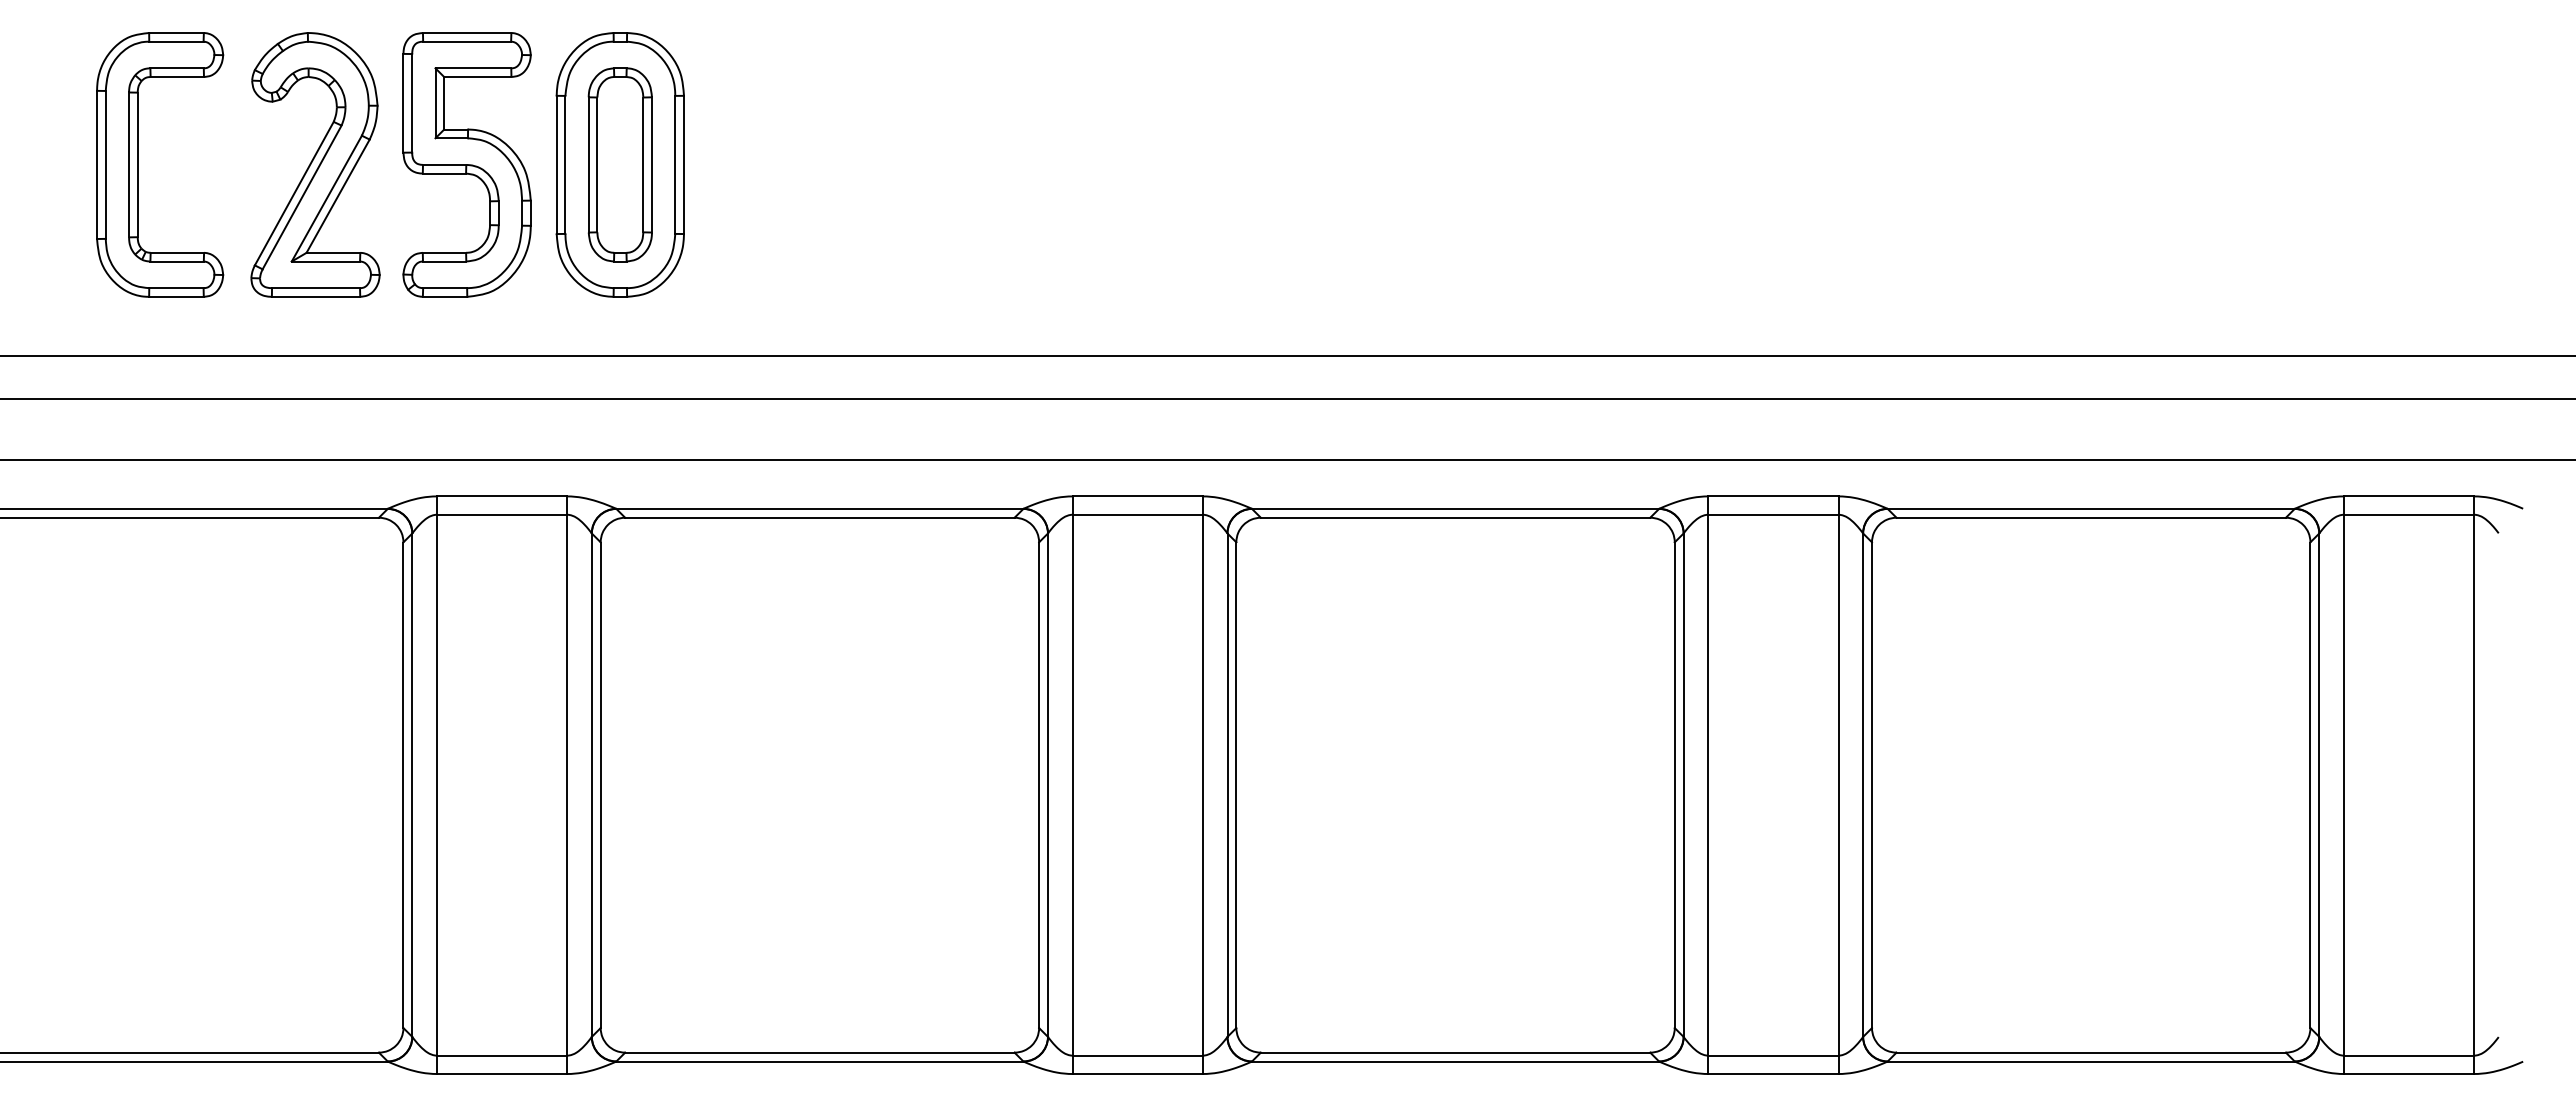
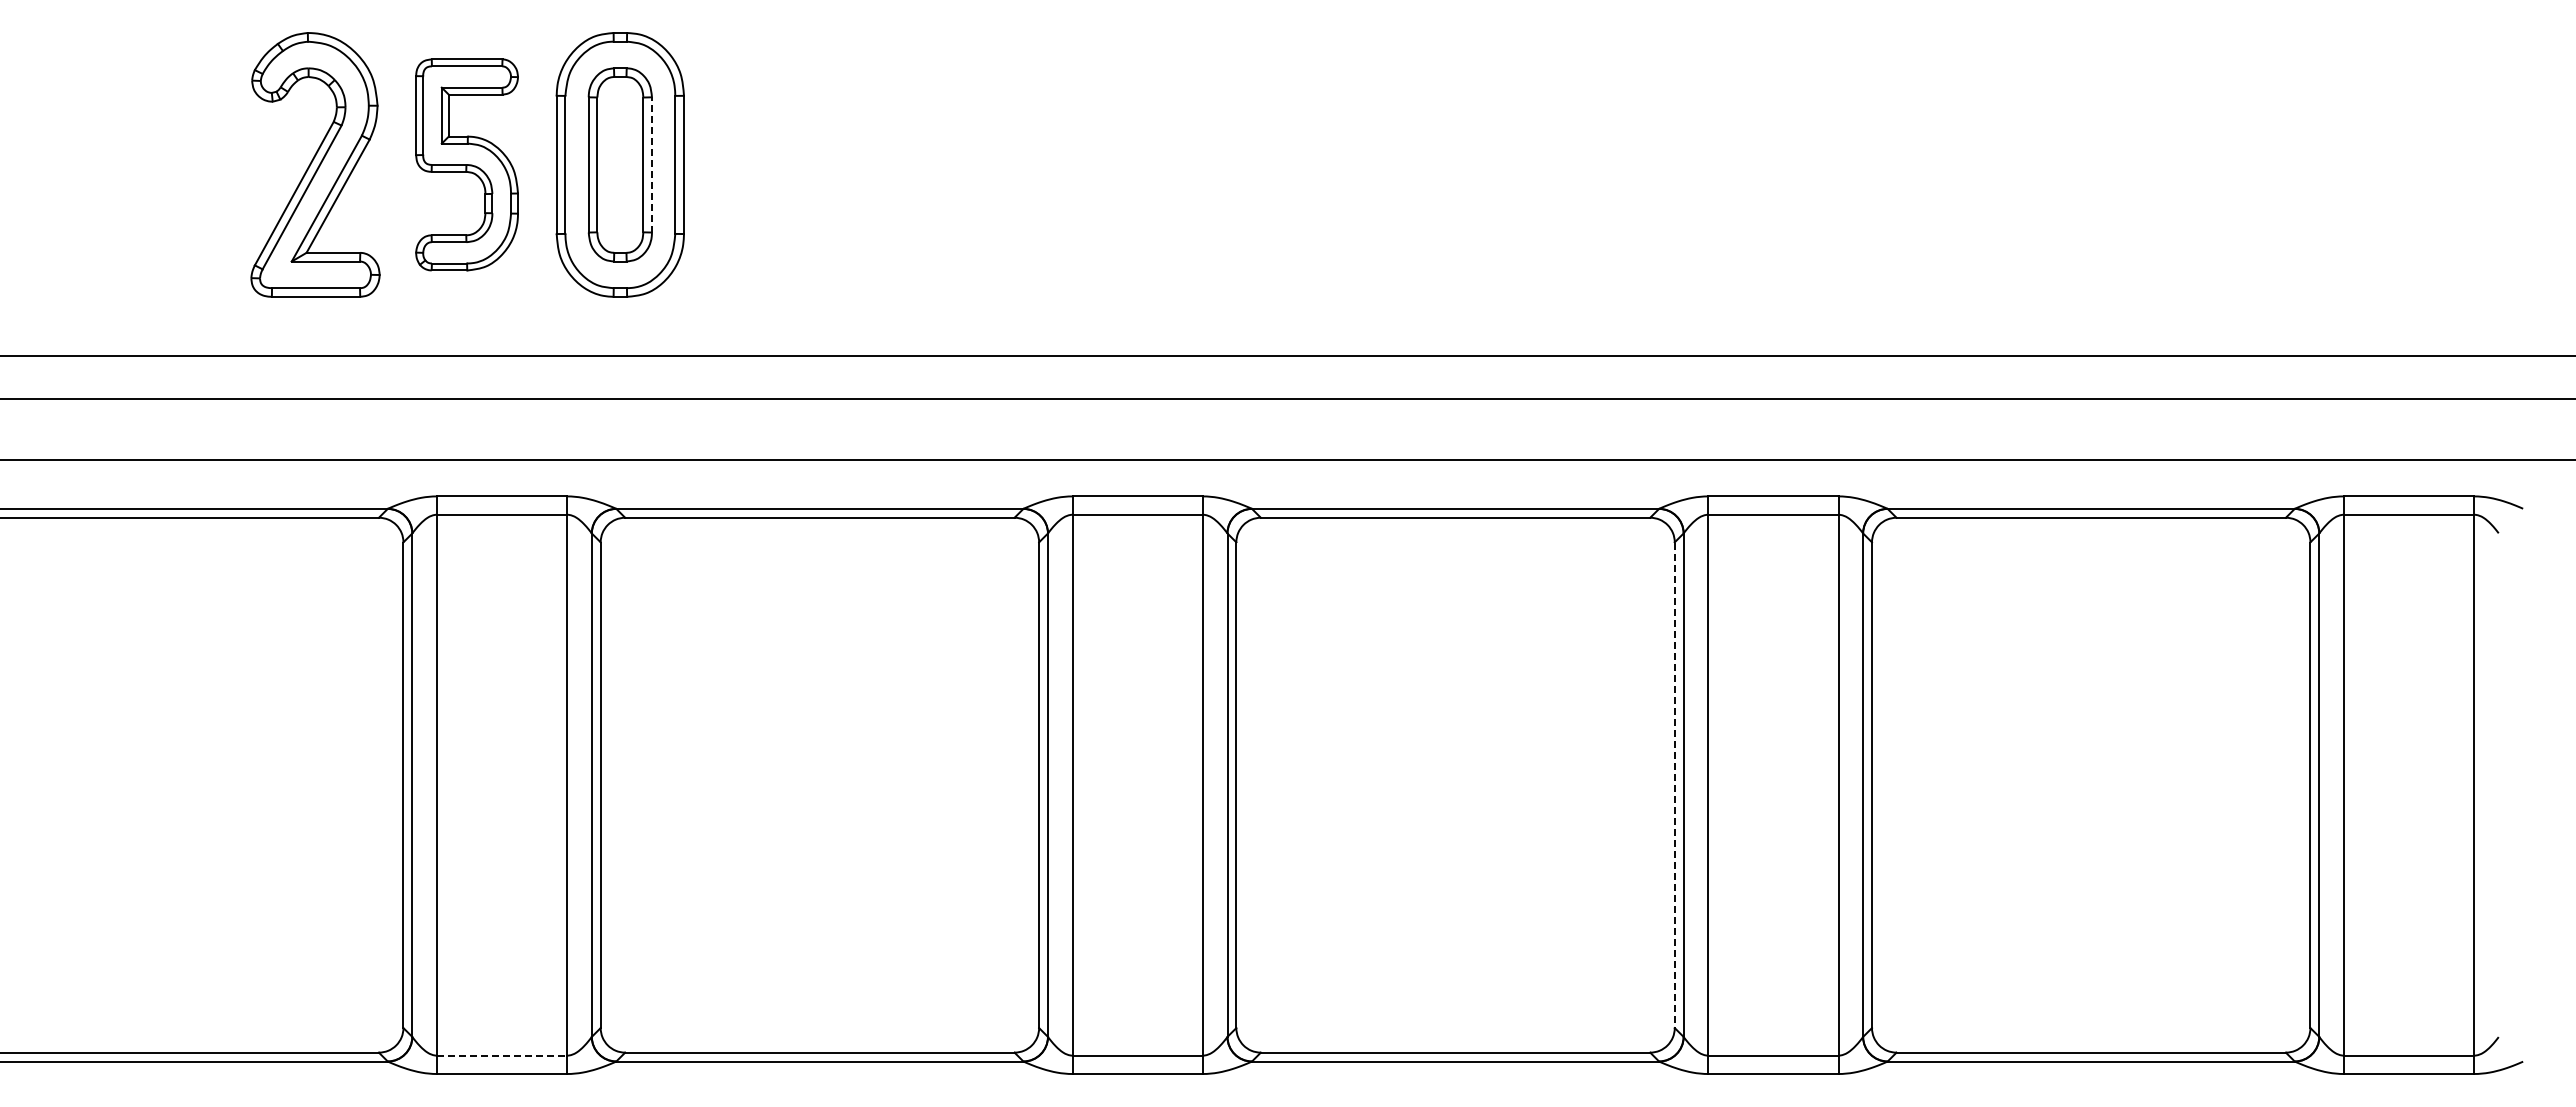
part at (138, 164): present -> none
part at (466, 164) size: 130x266 px -> 104x214 px
line at (652, 164): solid -> dashed
line at (1674, 785): solid -> dashed
line at (502, 1055): solid -> dashed
